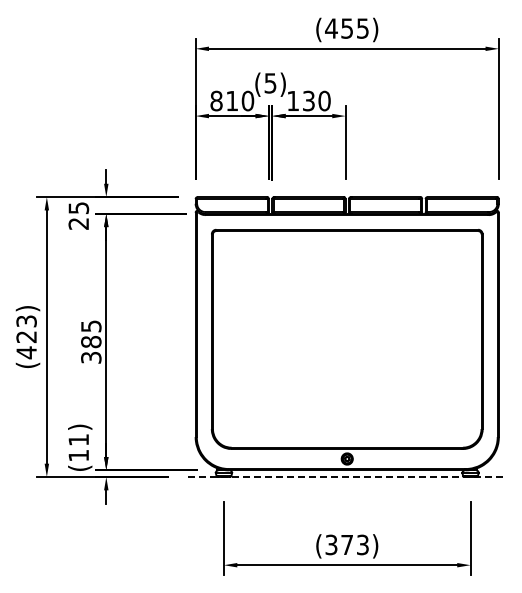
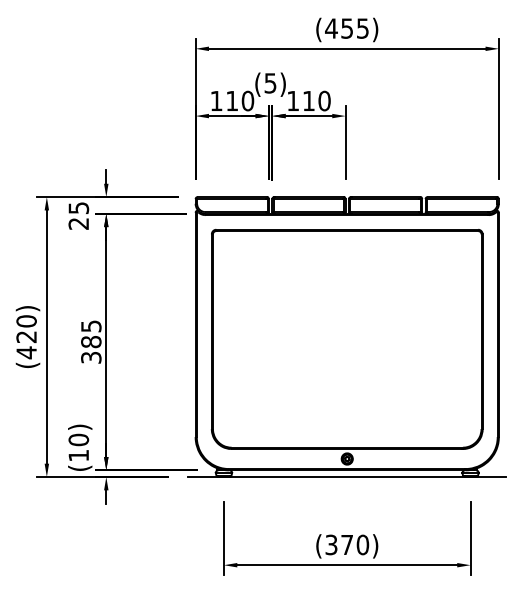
text at (216, 100): 810 -> 110
text at (308, 100): 130 -> 110
text at (26, 321): (423) -> (420)
text at (78, 439): (11) -> (10)
line at (347, 477): dashed -> solid
text at (362, 544): (373) -> (370)
